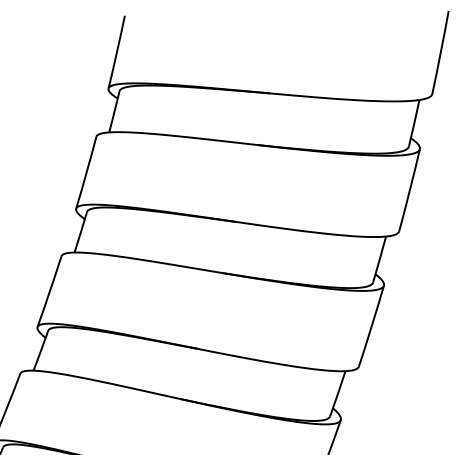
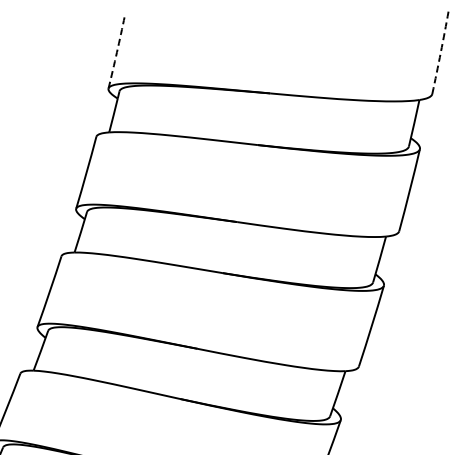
arc at (117, 52): solid -> dashed
arc at (440, 52): solid -> dashed
